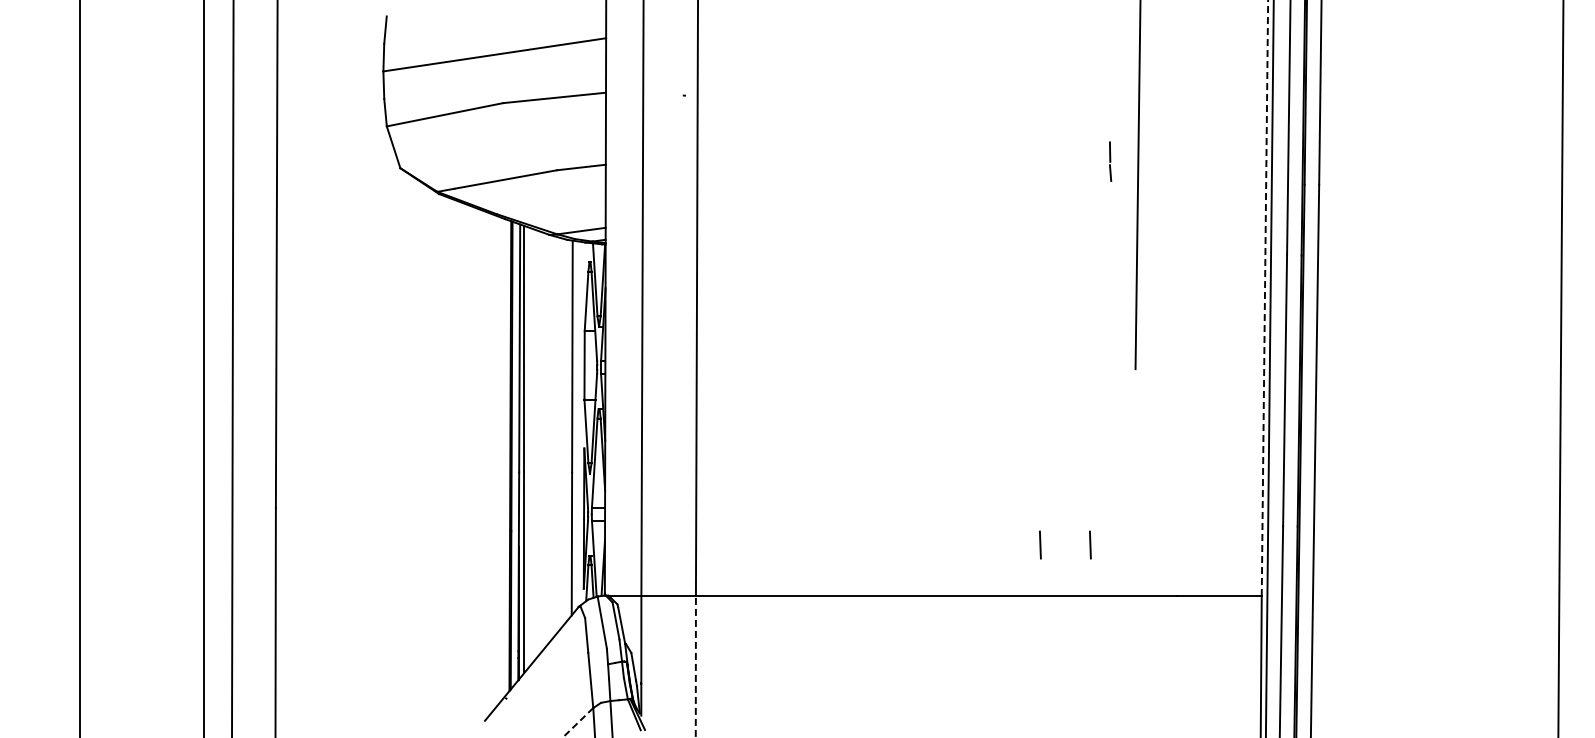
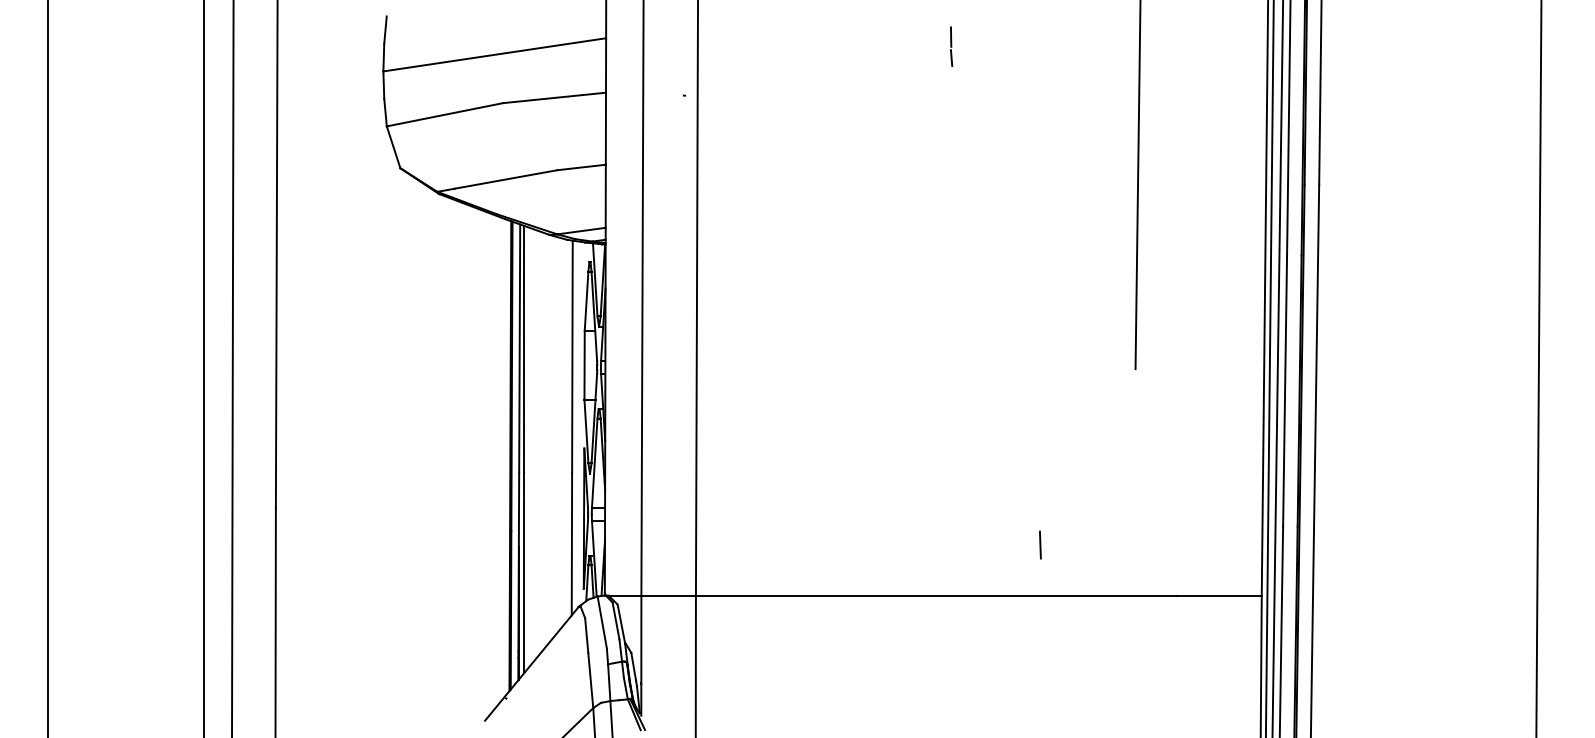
line at (1110, 161) position: (1110, 161) -> (951, 46)
line at (1264, 298): dashed -> solid
line at (79, 368) position: (79, 368) -> (47, 368)
line at (1277, 368): none -> present
line at (1560, 368) position: (1560, 368) -> (1538, 368)
line at (1090, 544): present -> none
line at (695, 666): dashed -> solid
line at (577, 723): dashed -> solid
